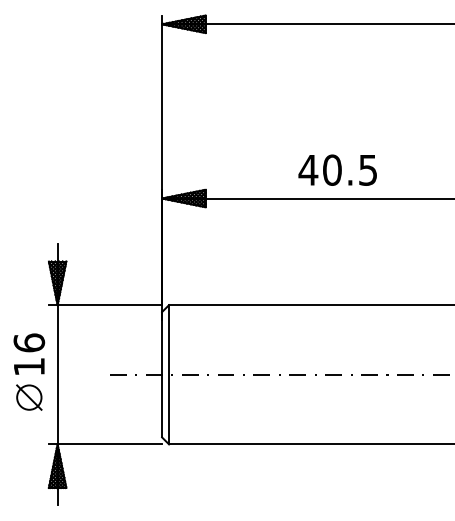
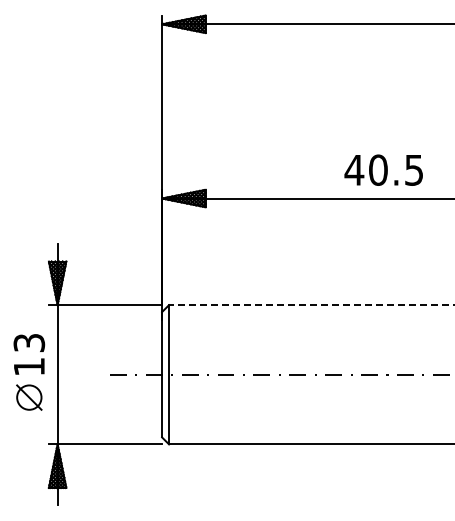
text at (337, 169) position: (337, 169) -> (383, 169)
line at (311, 305): solid -> dashed
text at (29, 342): 16 -> 13
